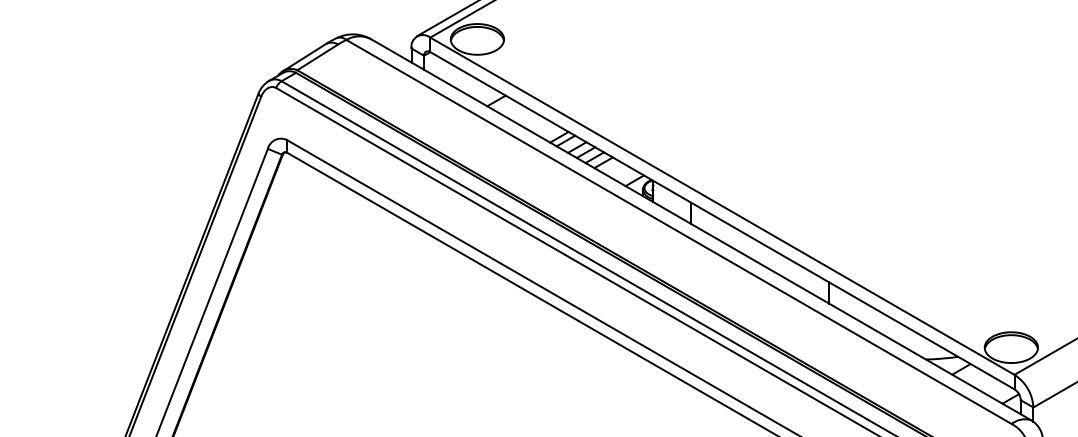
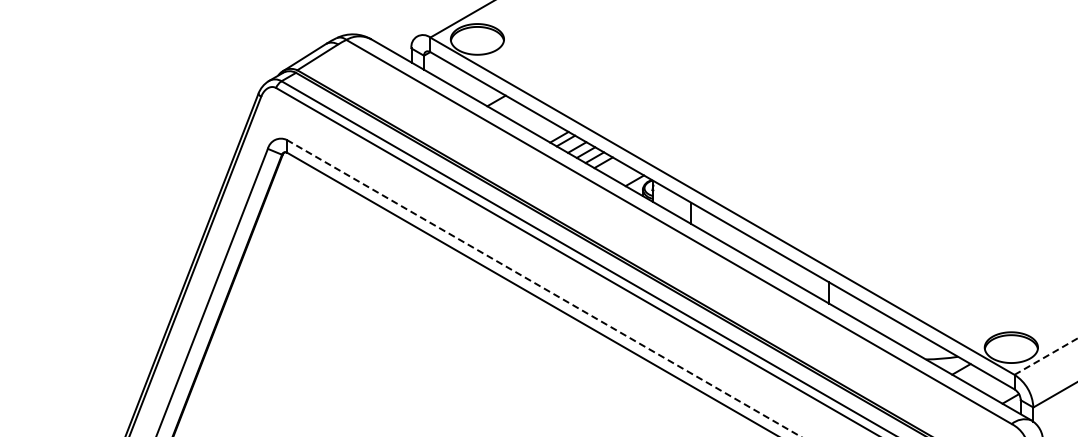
line at (446, 19): present -> none
line at (543, 288): solid -> dashed
line at (1046, 356): solid -> dashed
